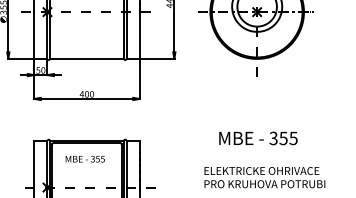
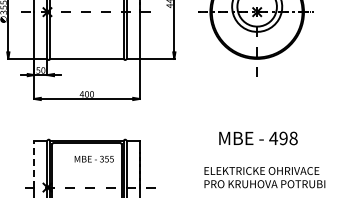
text at (283, 138): 355 -> 498
text at (84, 158) position: (84, 158) -> (93, 158)
line at (34, 163): solid -> dashed
